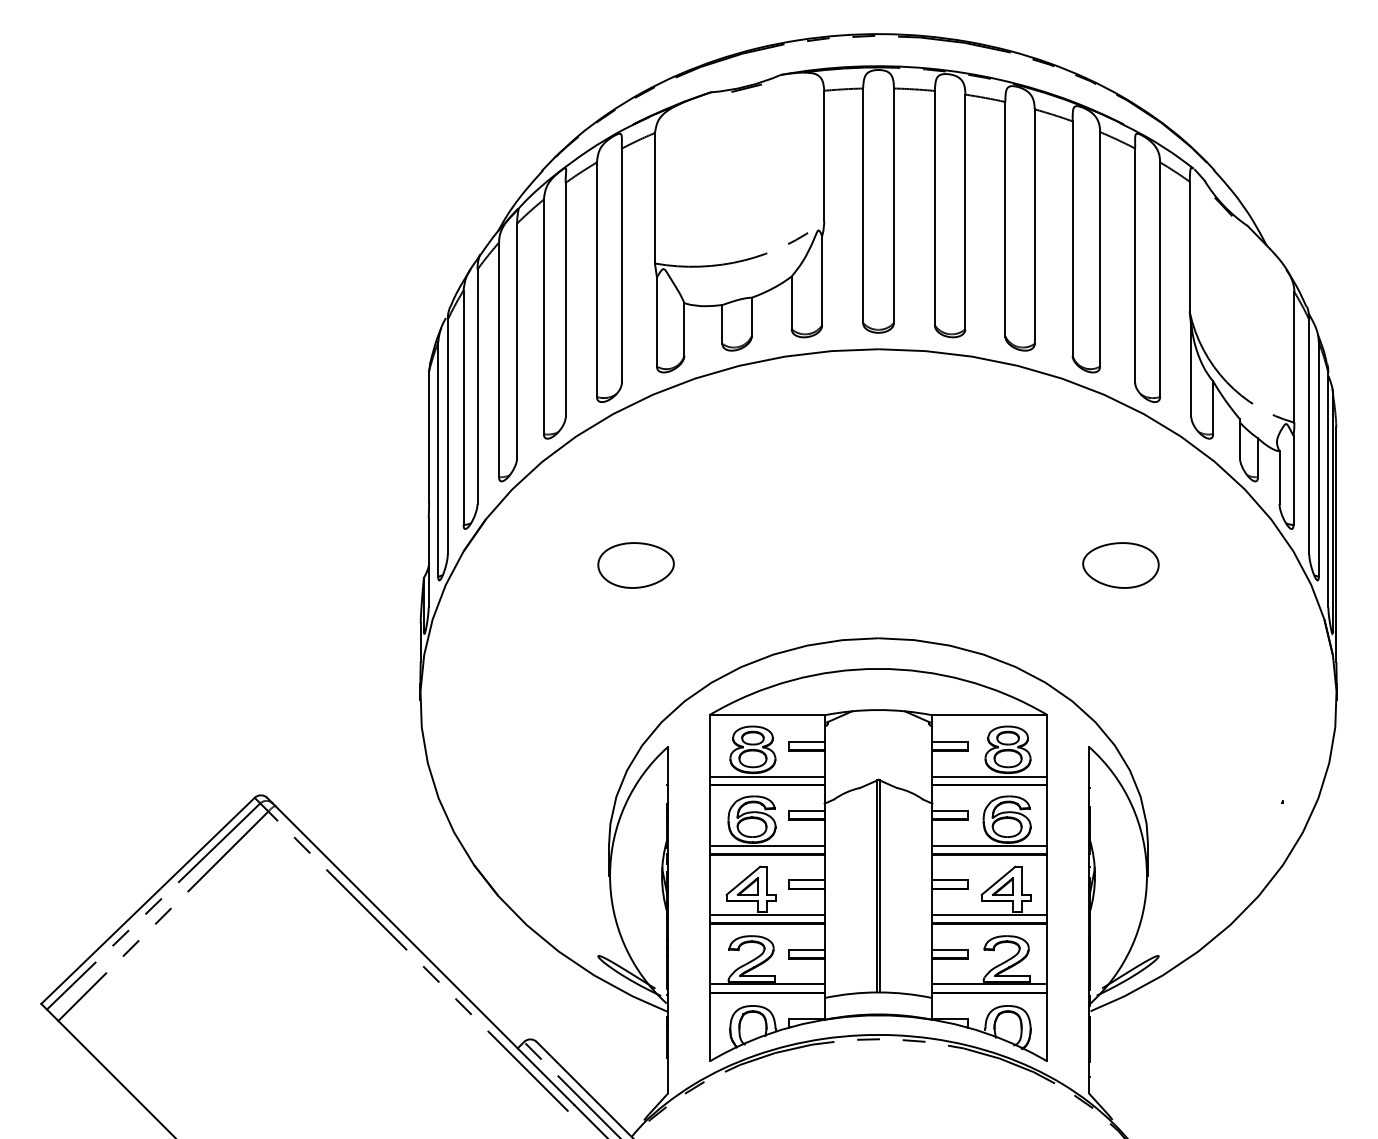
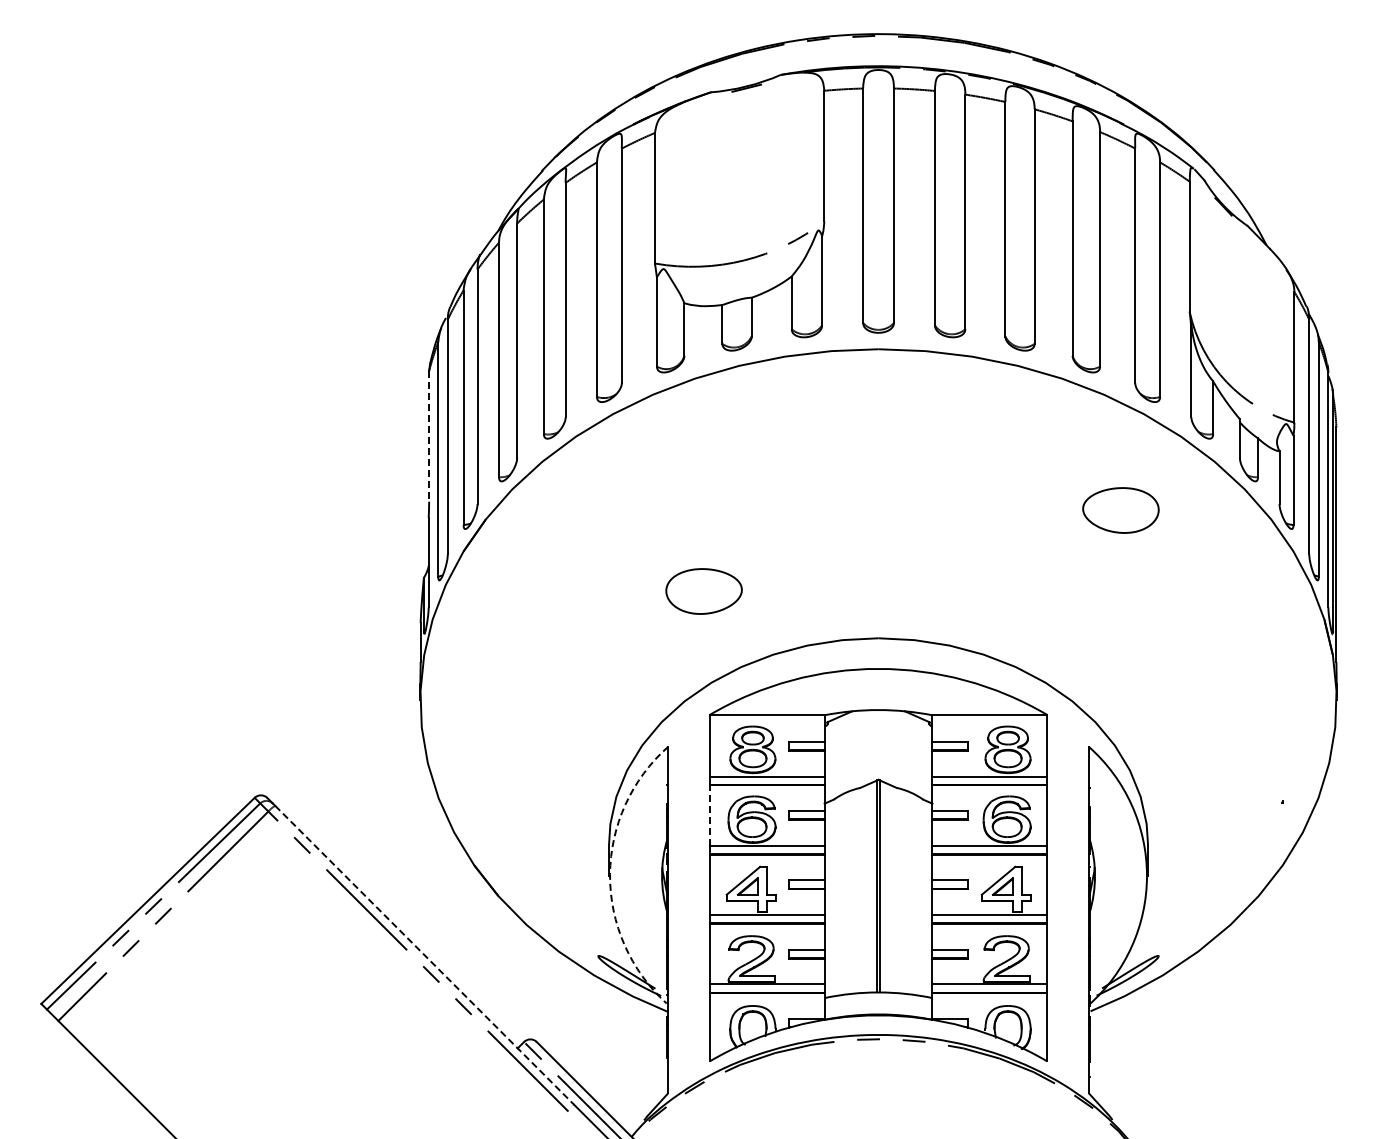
line at (429, 436): solid -> dashed
part at (635, 565) position: (635, 565) -> (703, 591)
part at (1120, 565) position: (1120, 565) -> (1120, 510)
line at (709, 815): solid -> dashed
arc at (610, 874): solid -> dashed
line at (424, 955): solid -> dashed
